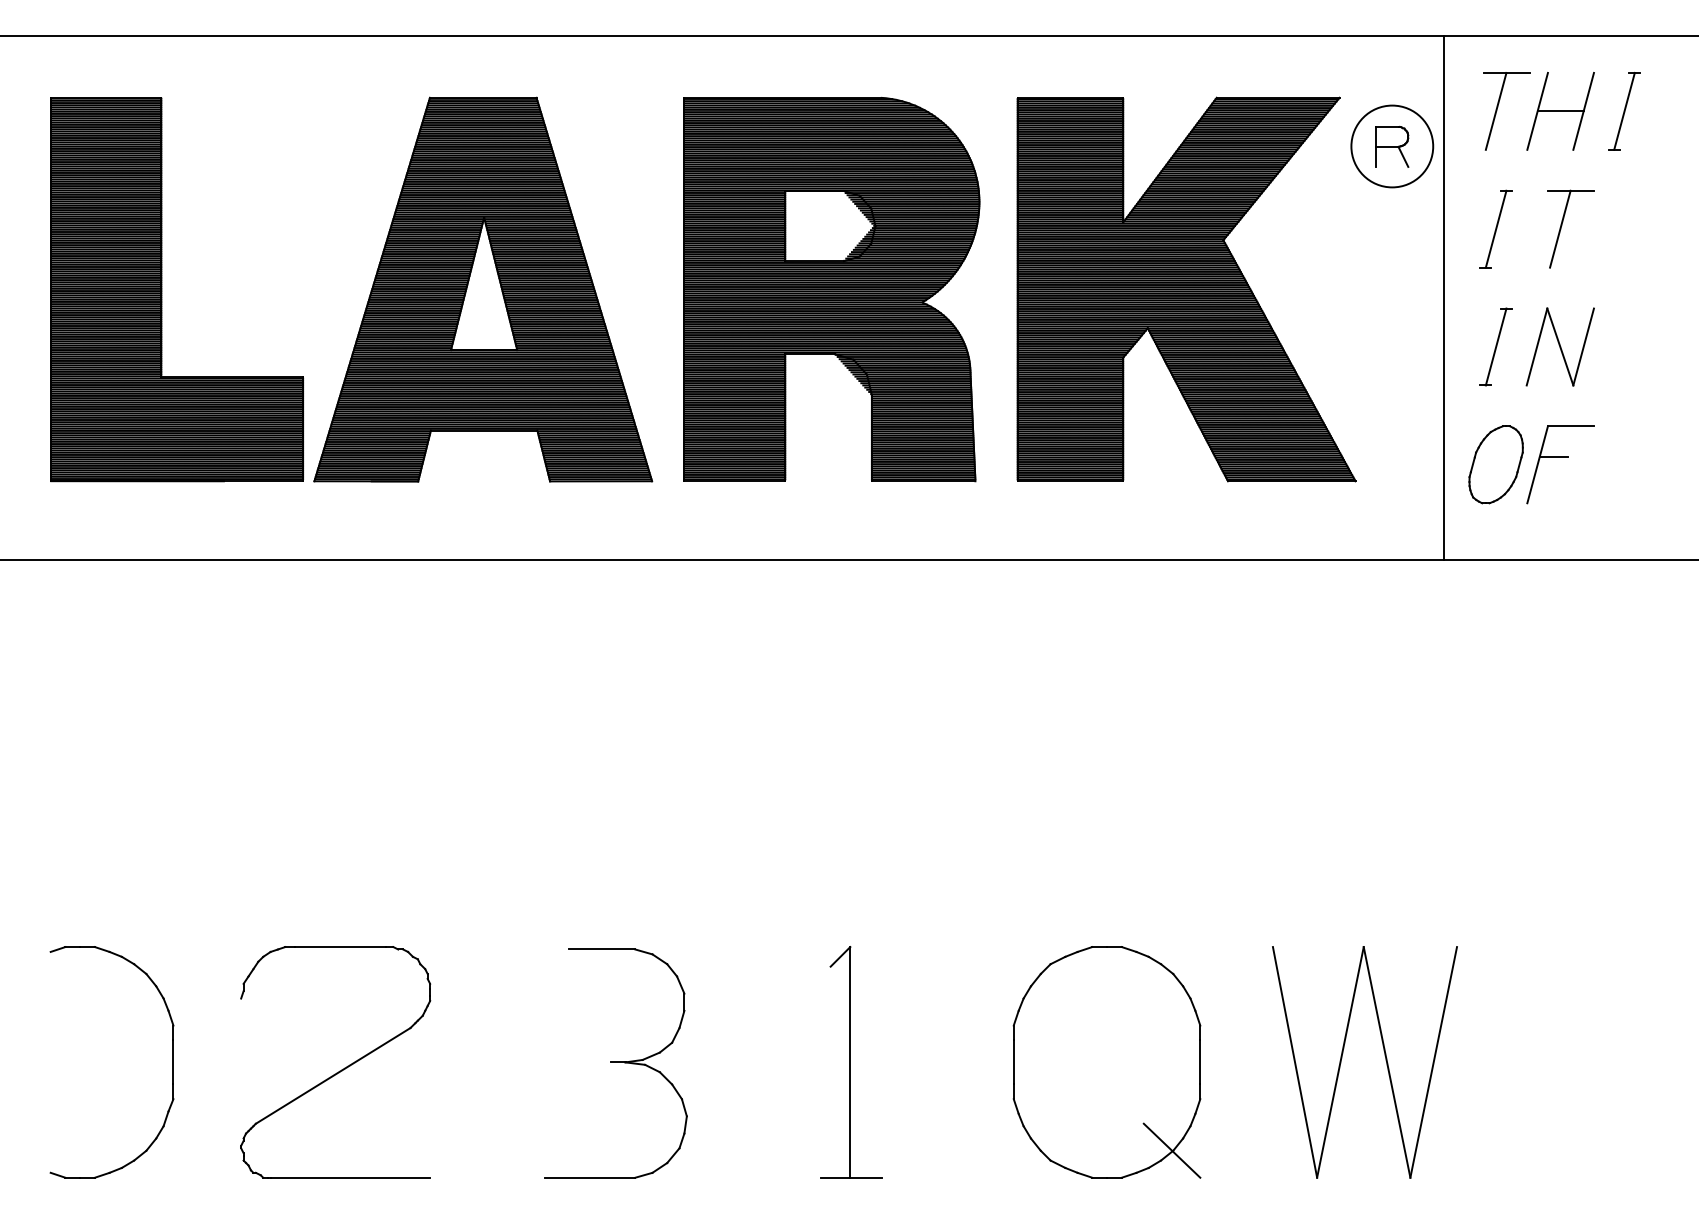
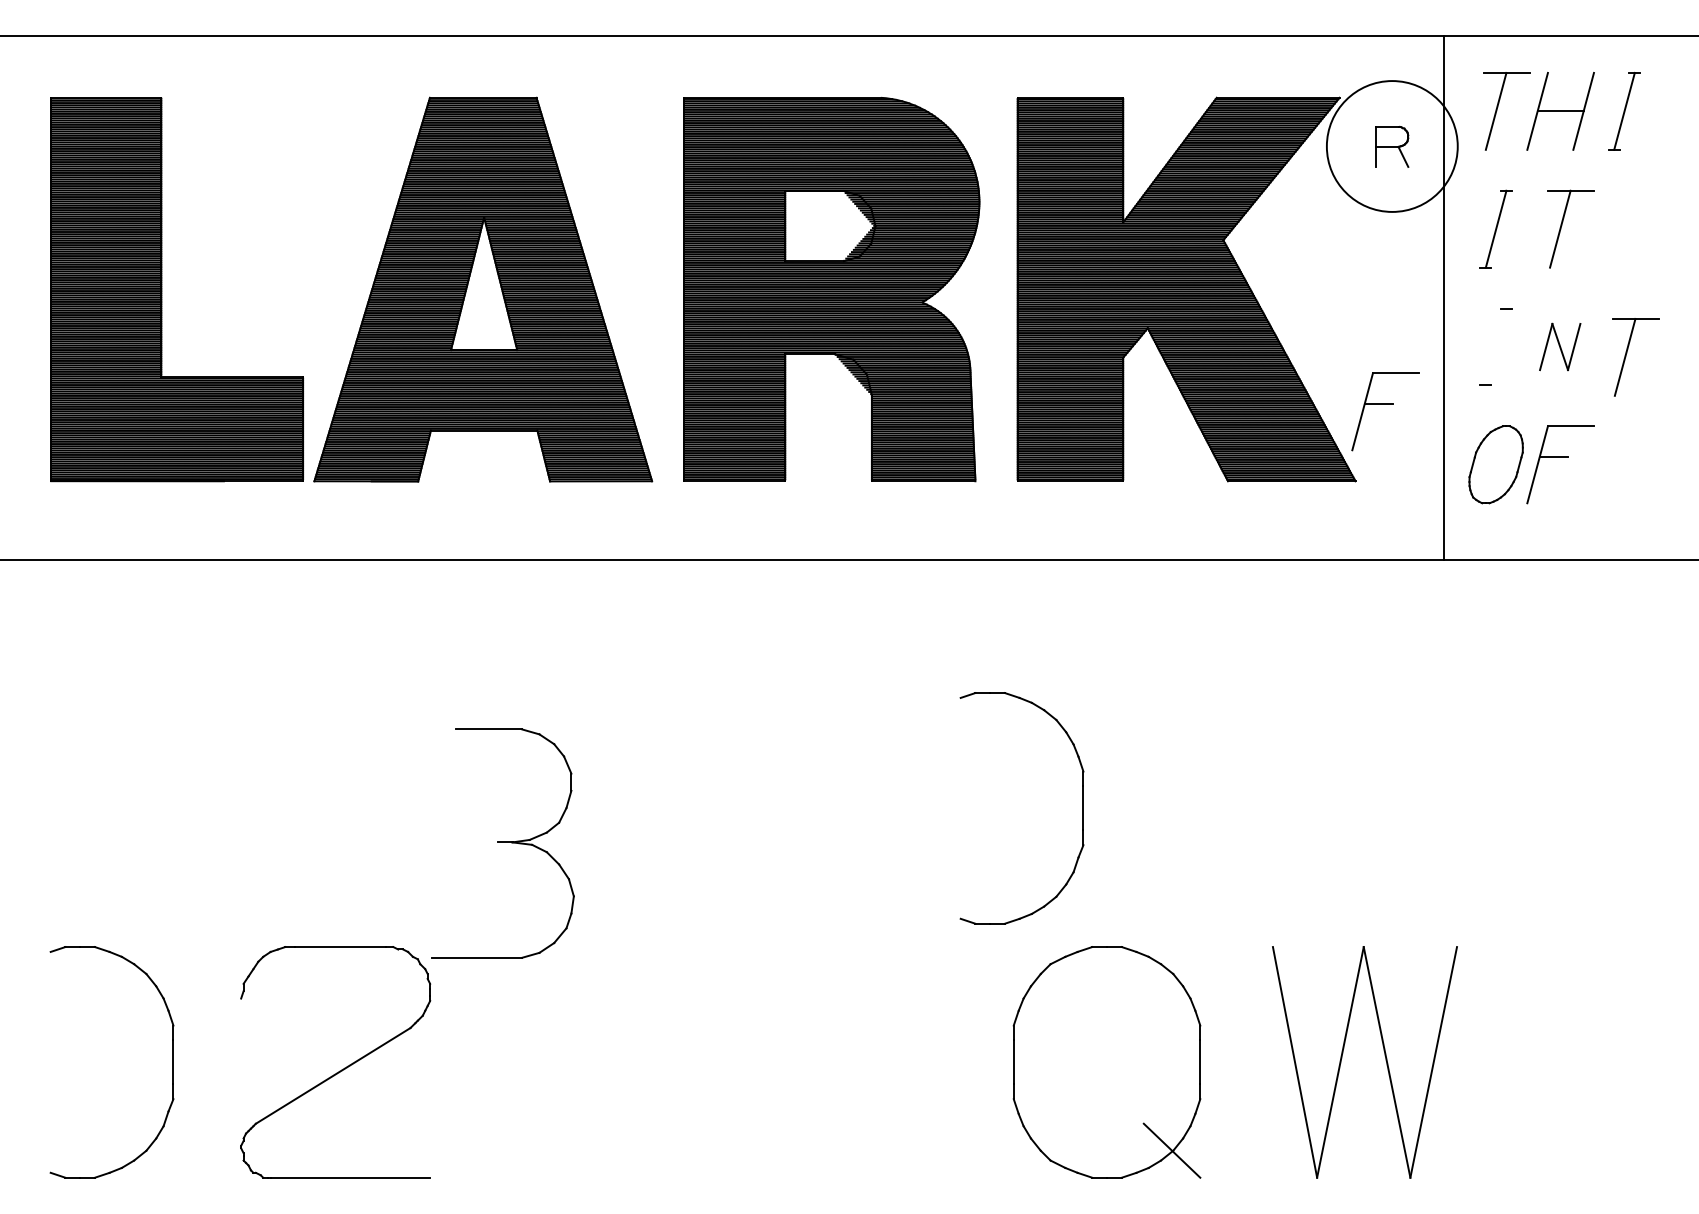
circle at (1392, 146) diameter: 82 px -> 131 px
line at (1495, 346): present -> none
part at (1559, 346) size: 70x80 px -> 43x50 px
part at (1627, 353): none -> present
part at (1385, 404): none -> present
part at (1082, 808): none -> present
part at (851, 1062): present -> none
part at (615, 1063) position: (615, 1063) -> (502, 843)
